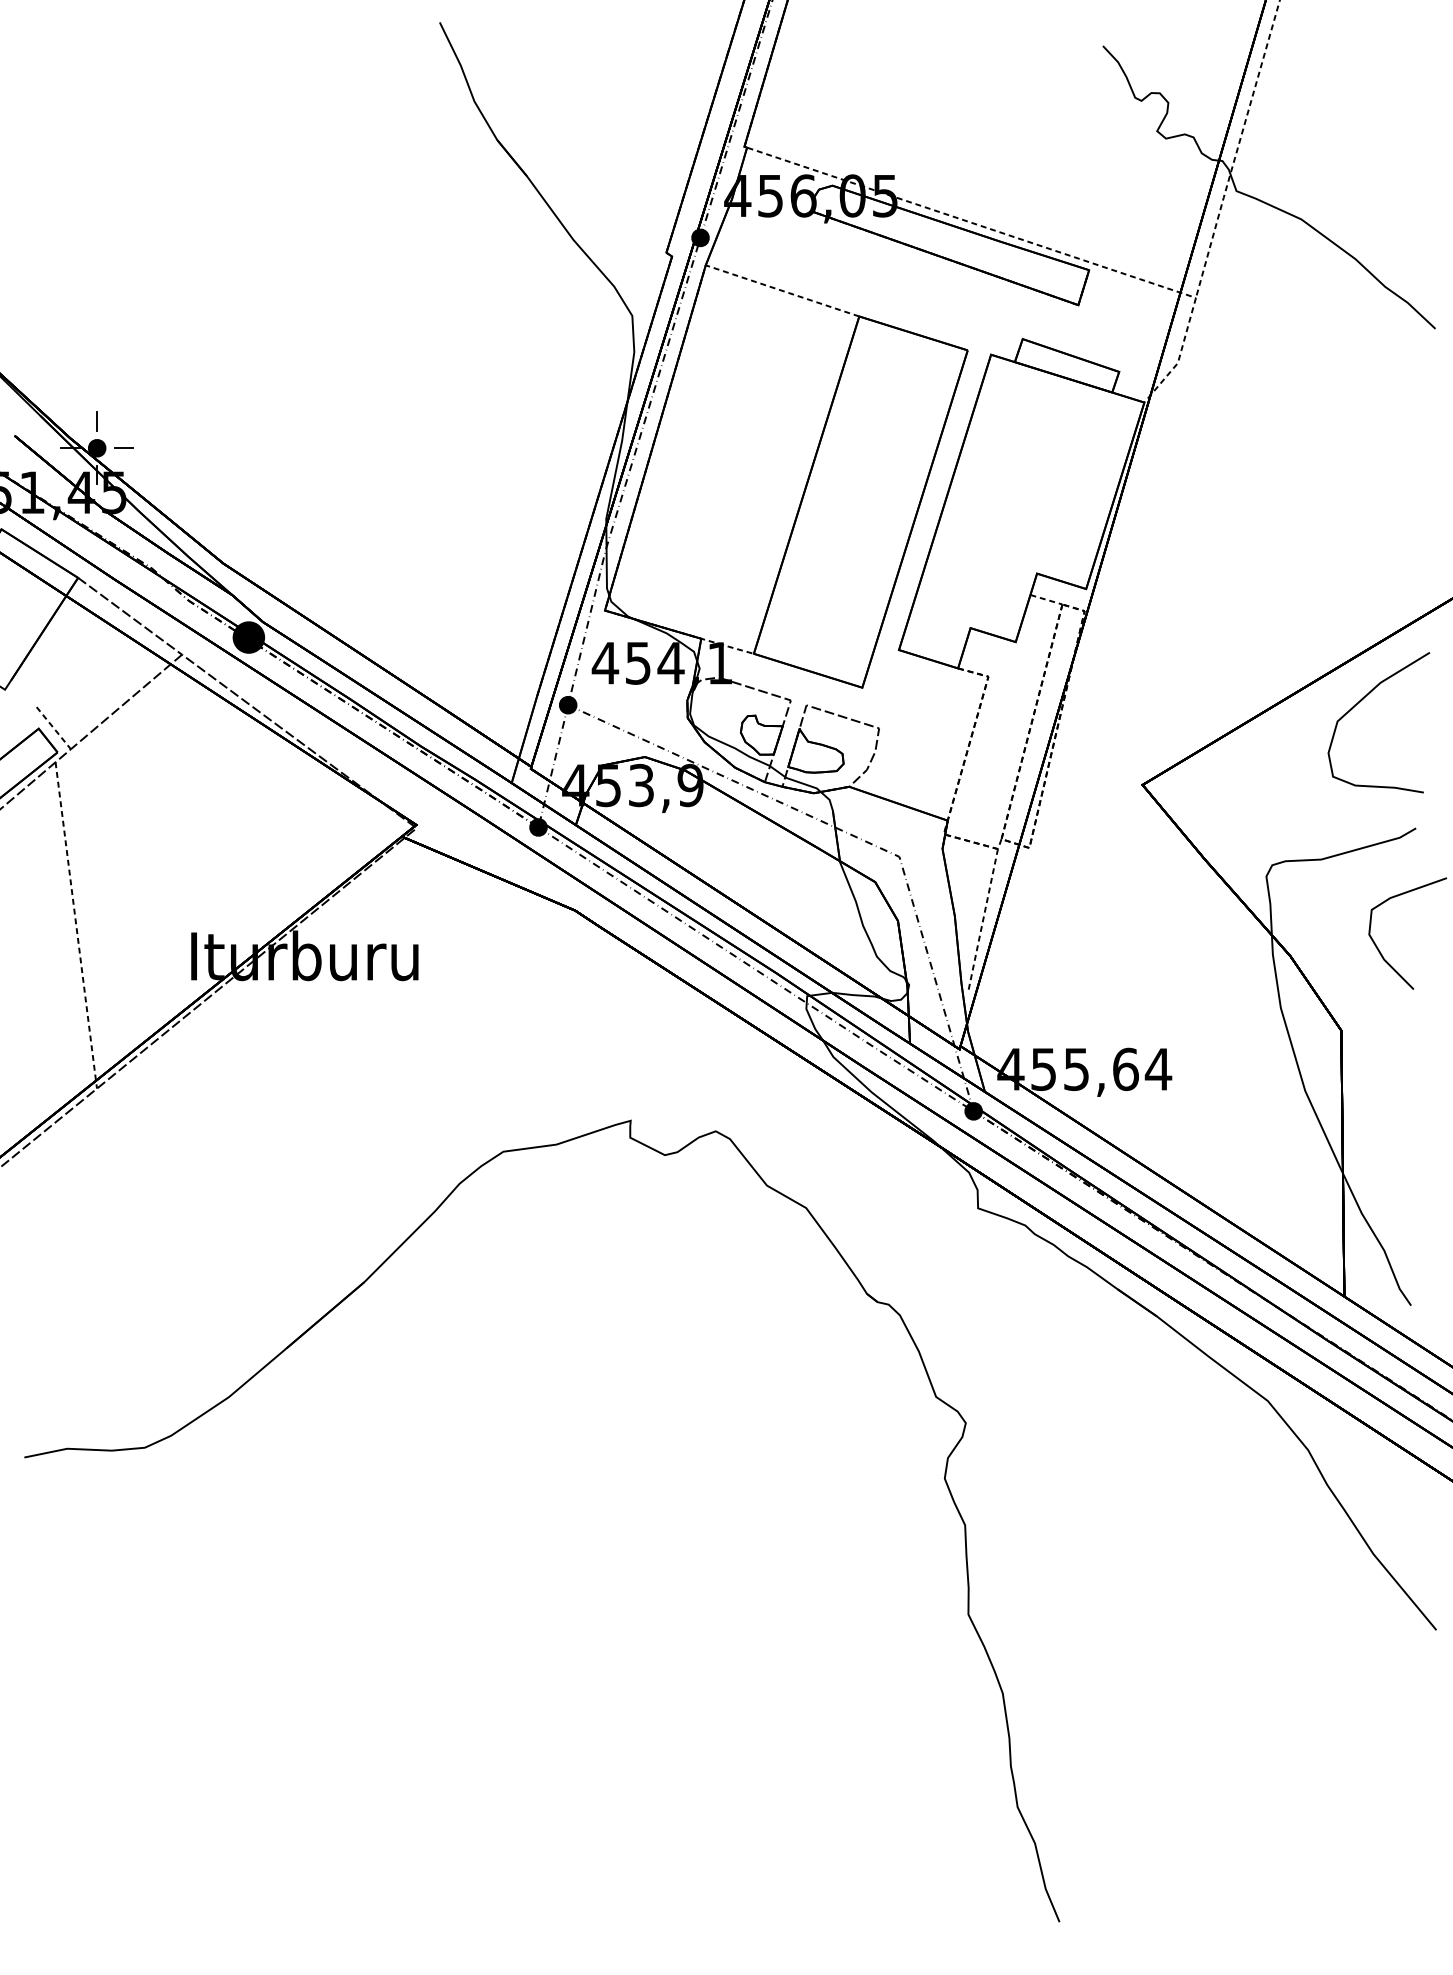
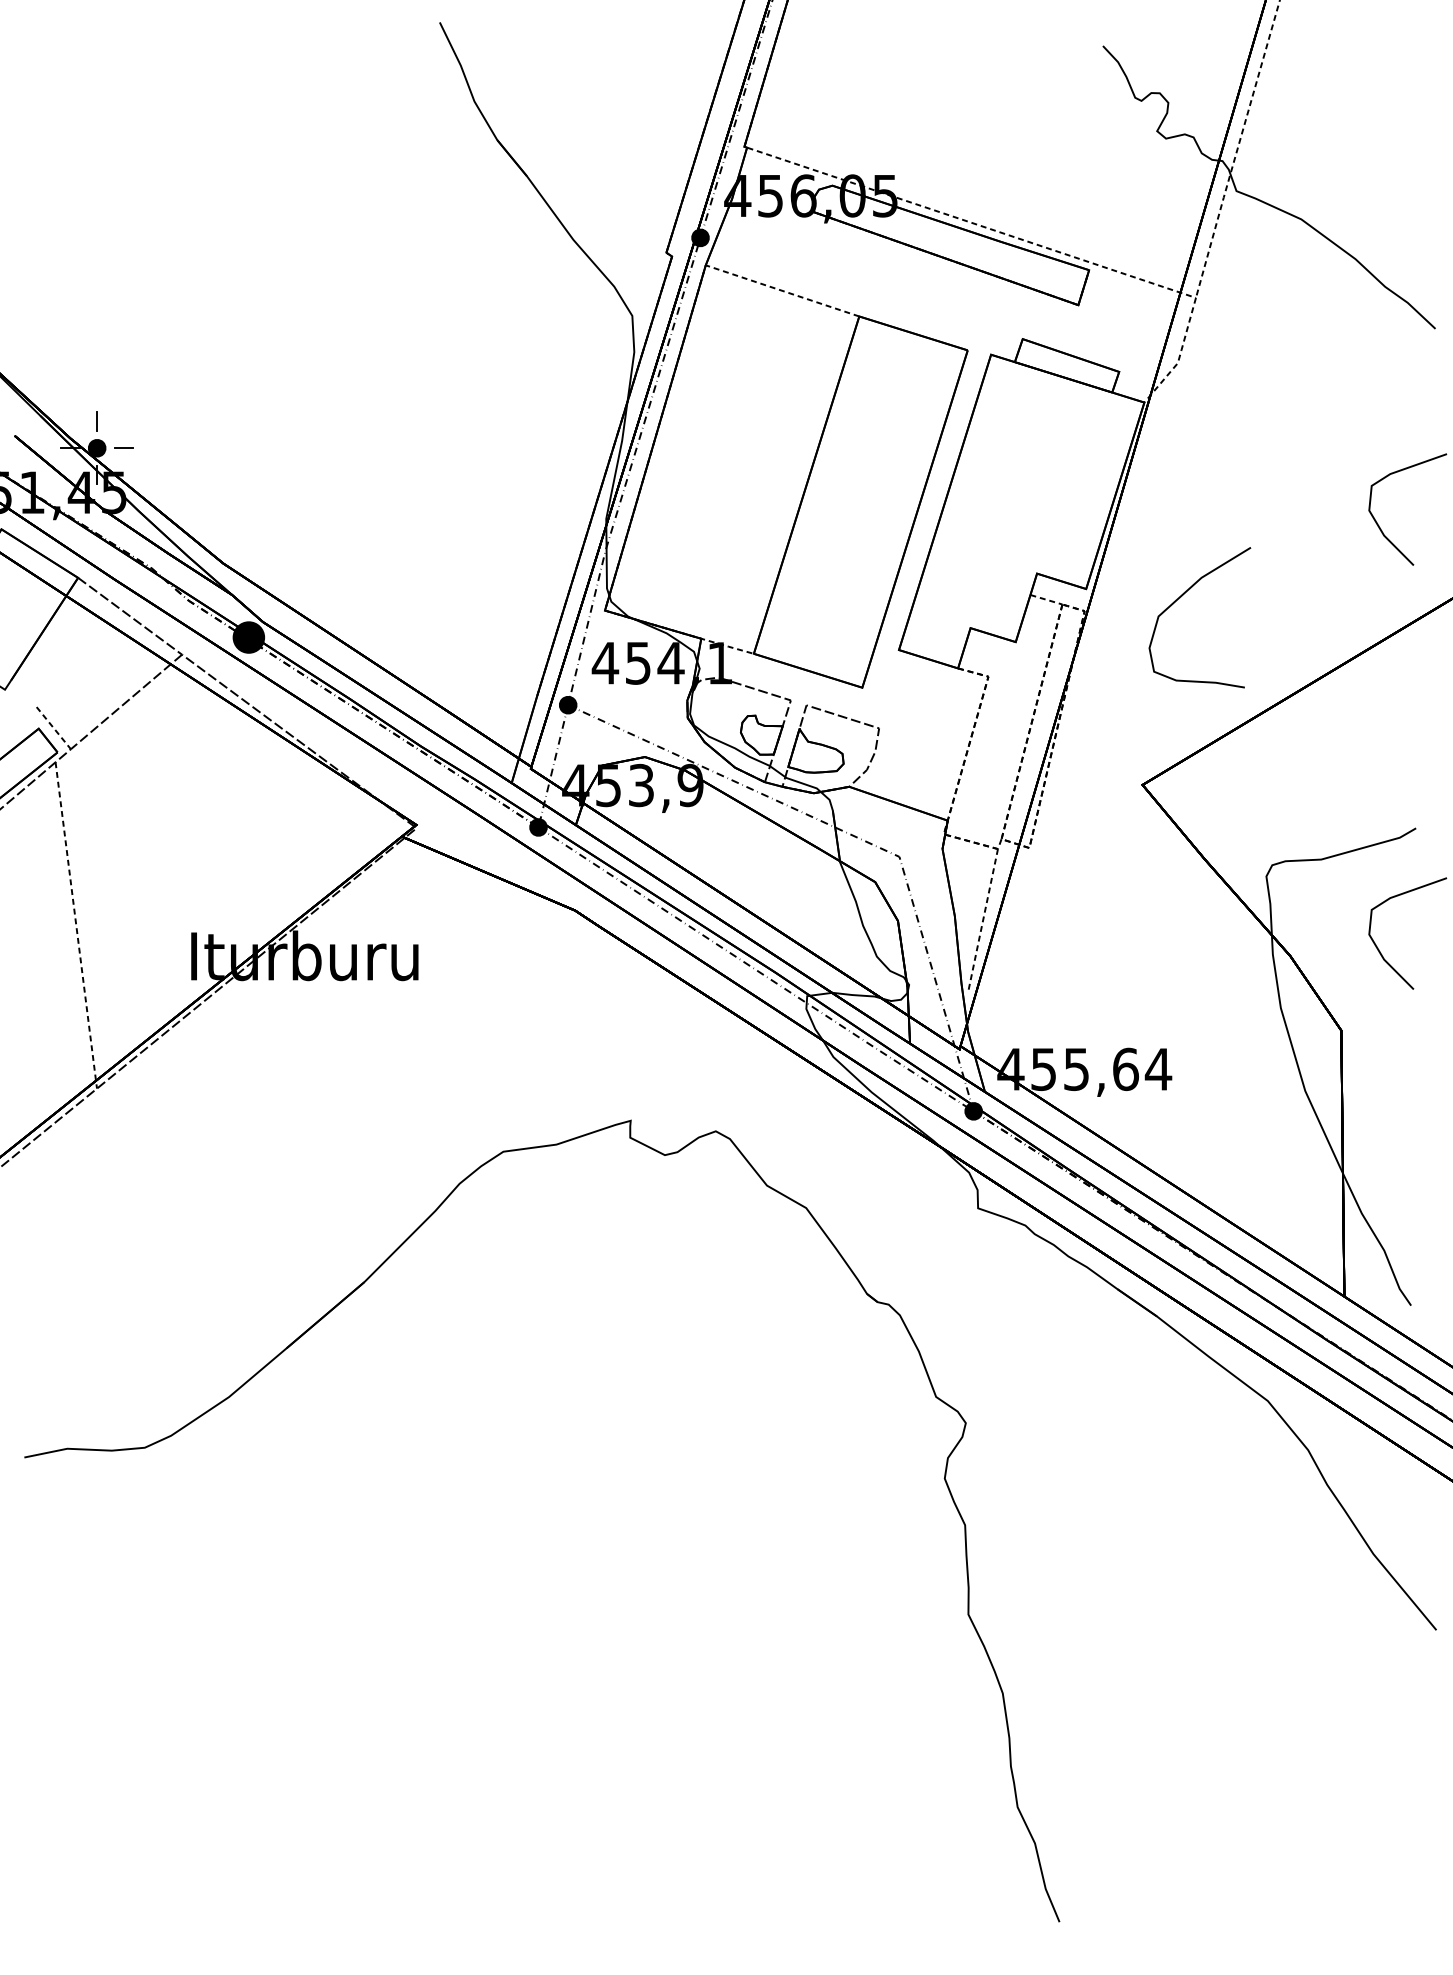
curve at (1379, 525): none -> present
curve at (1359, 703) position: (1359, 703) -> (1180, 598)
